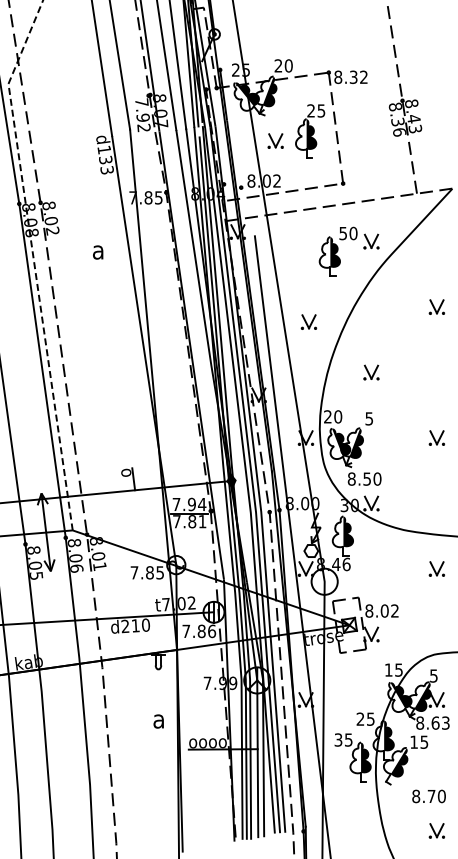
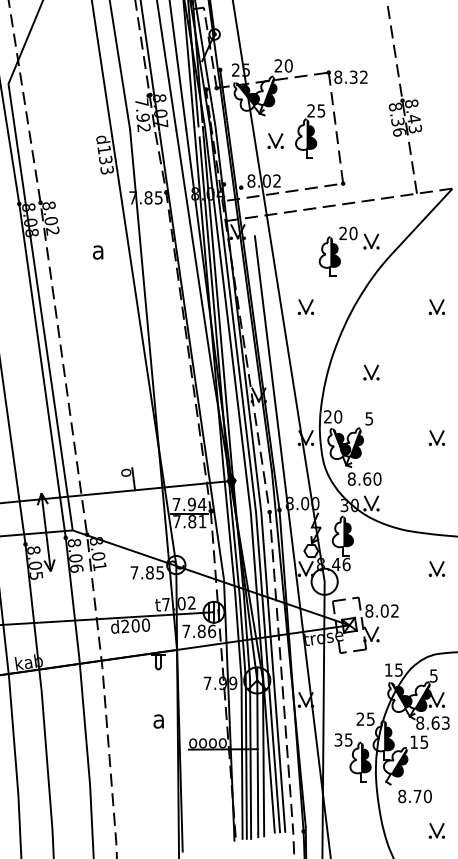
text at (342, 233): 50 -> 20
line at (34, 261): dashed -> solid
part at (308, 321) position: (308, 321) -> (305, 306)
text at (367, 478): 8.50 -> 8.60
text at (135, 625): d210 -> d200
text at (428, 796) position: (428, 796) -> (414, 796)
